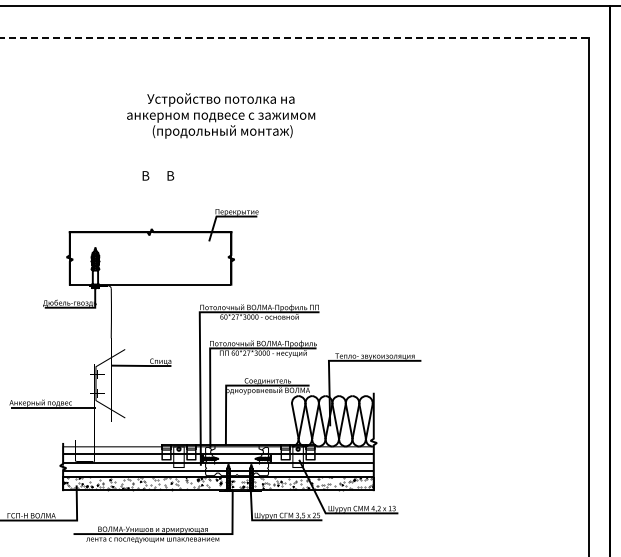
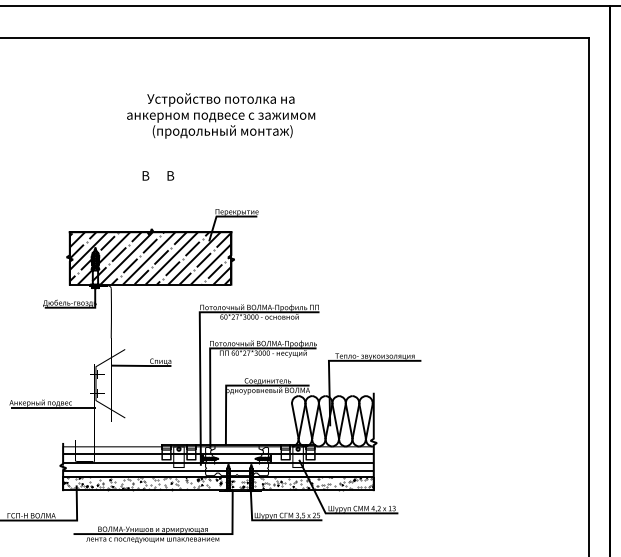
line at (294, 38): dashed -> solid
hatch at (150, 258): none -> present
